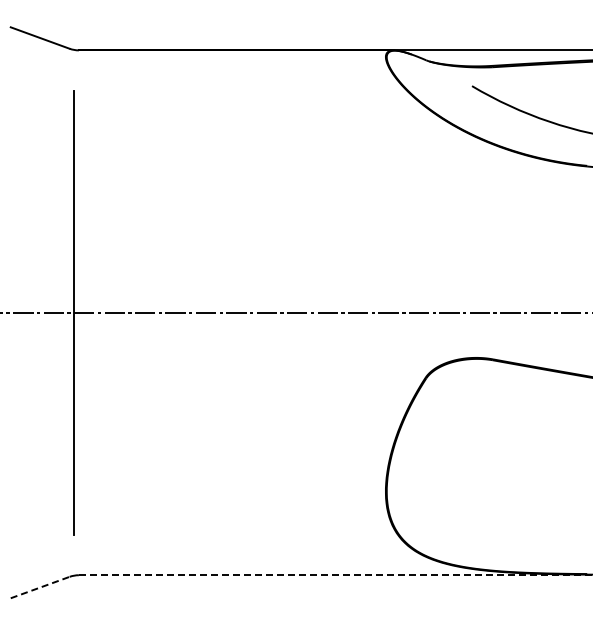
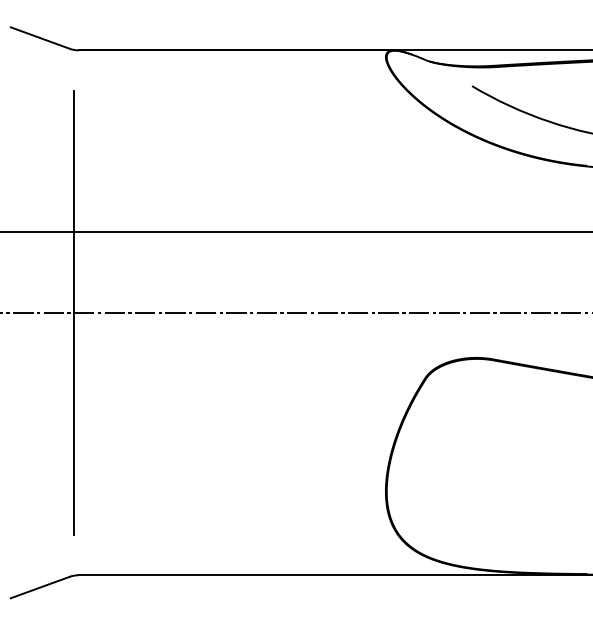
line at (295, 231): none -> present
line at (335, 575): dashed -> solid
line at (40, 587): dashed -> solid
